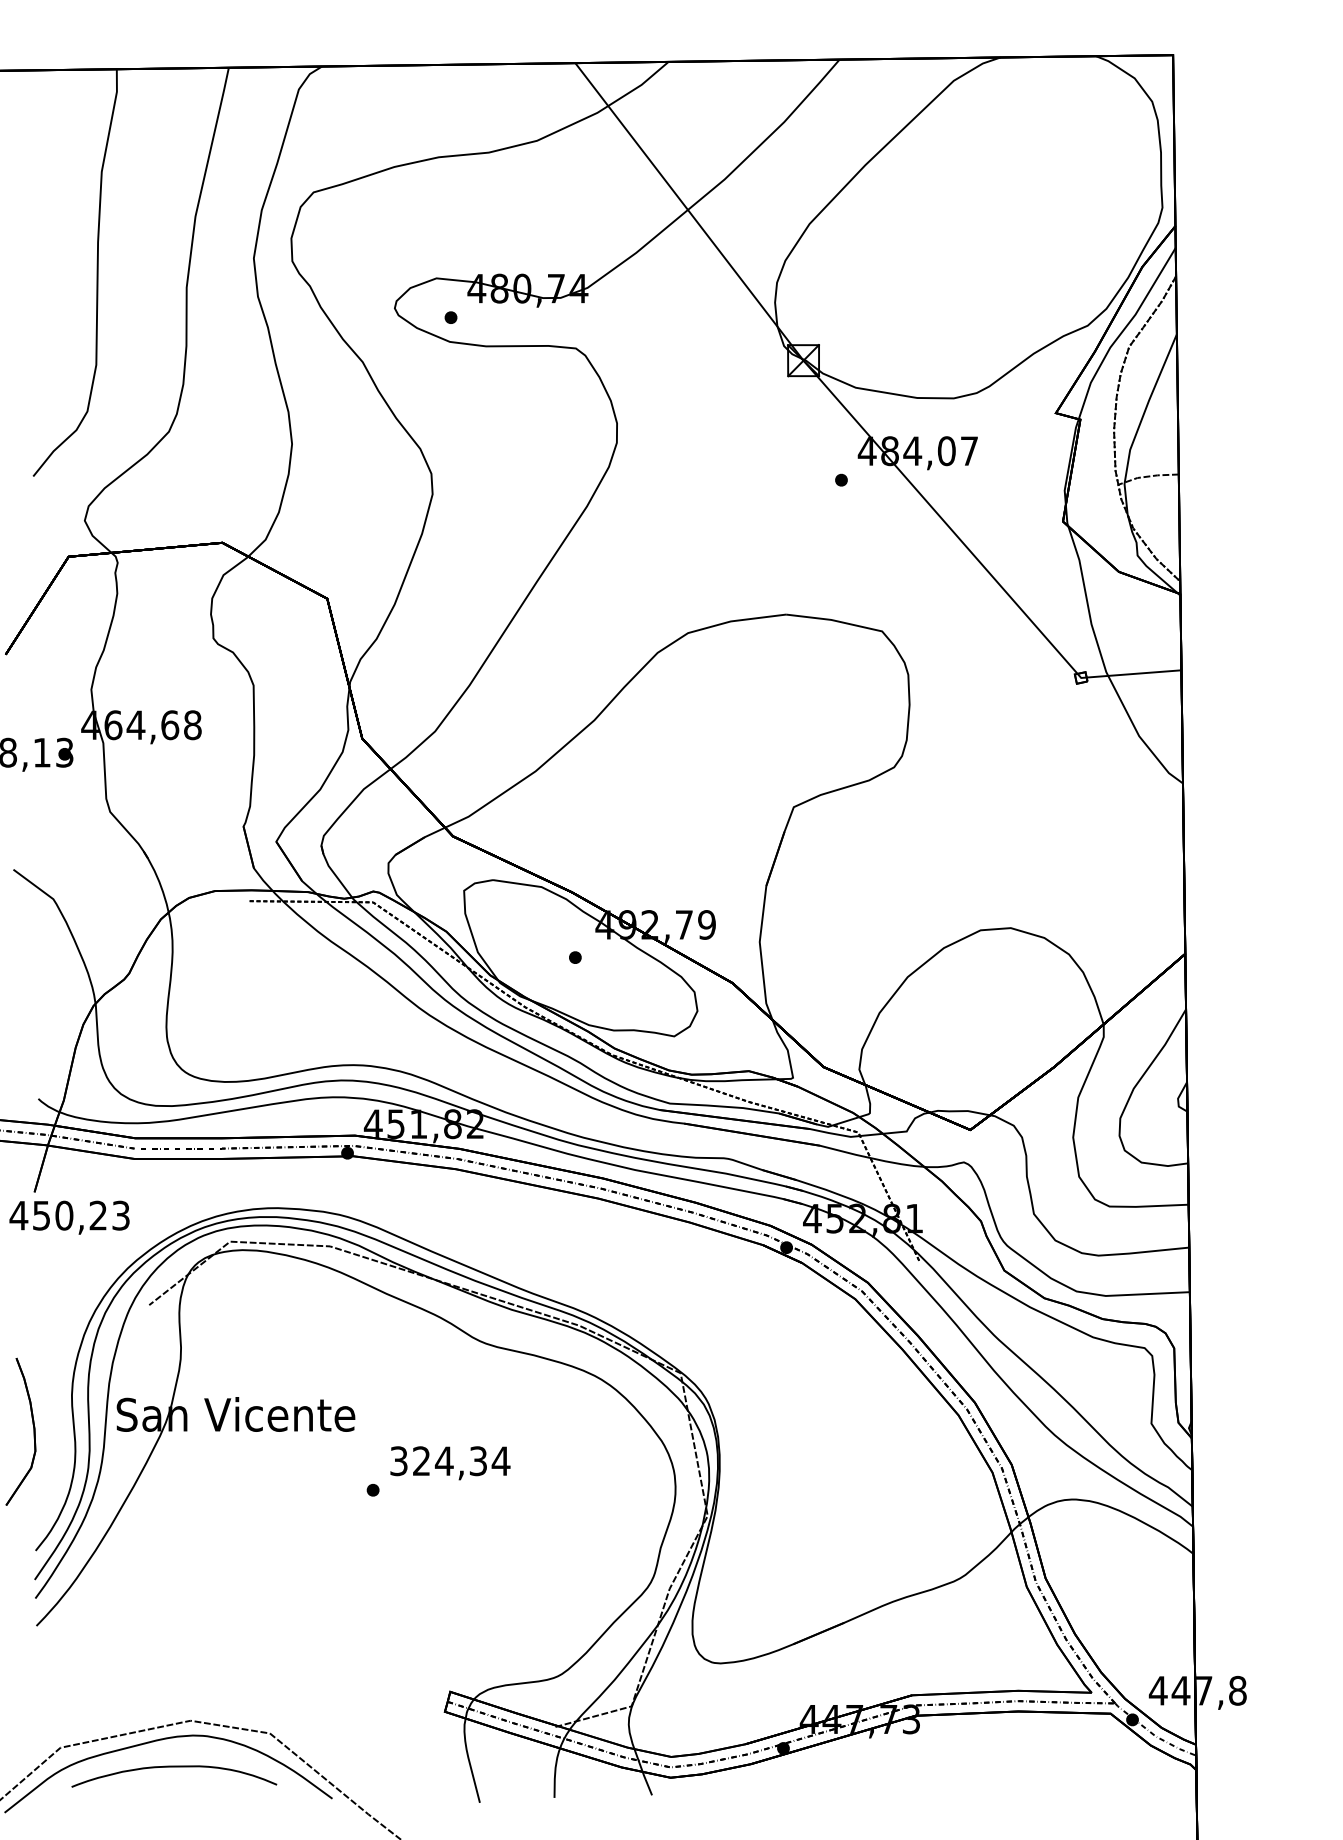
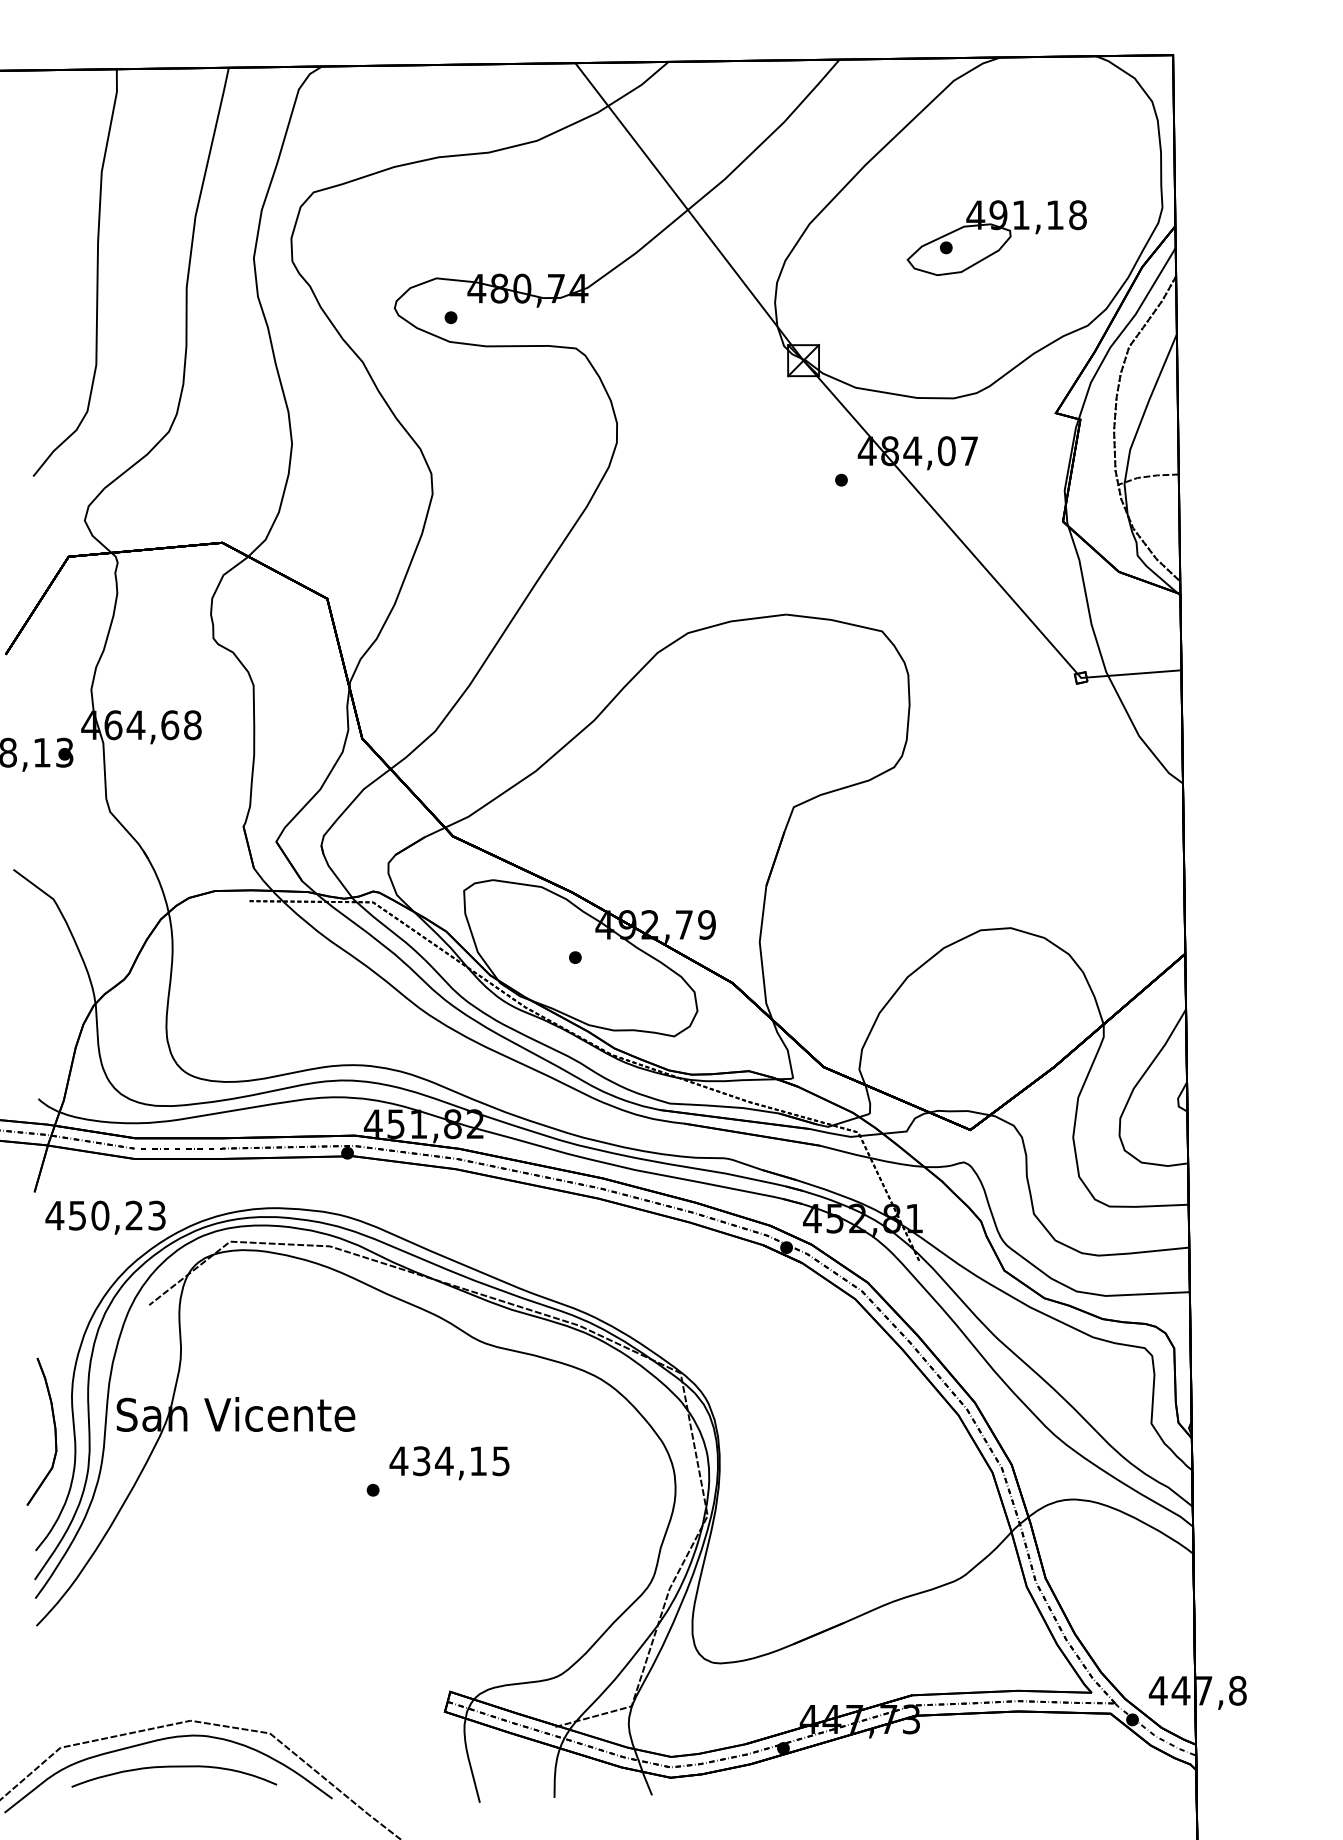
part at (996, 238): none -> present
text at (69, 1217) position: (69, 1217) -> (105, 1217)
part at (33, 1431) position: (33, 1431) -> (54, 1431)
text at (449, 1461): 324,34 -> 434,15
